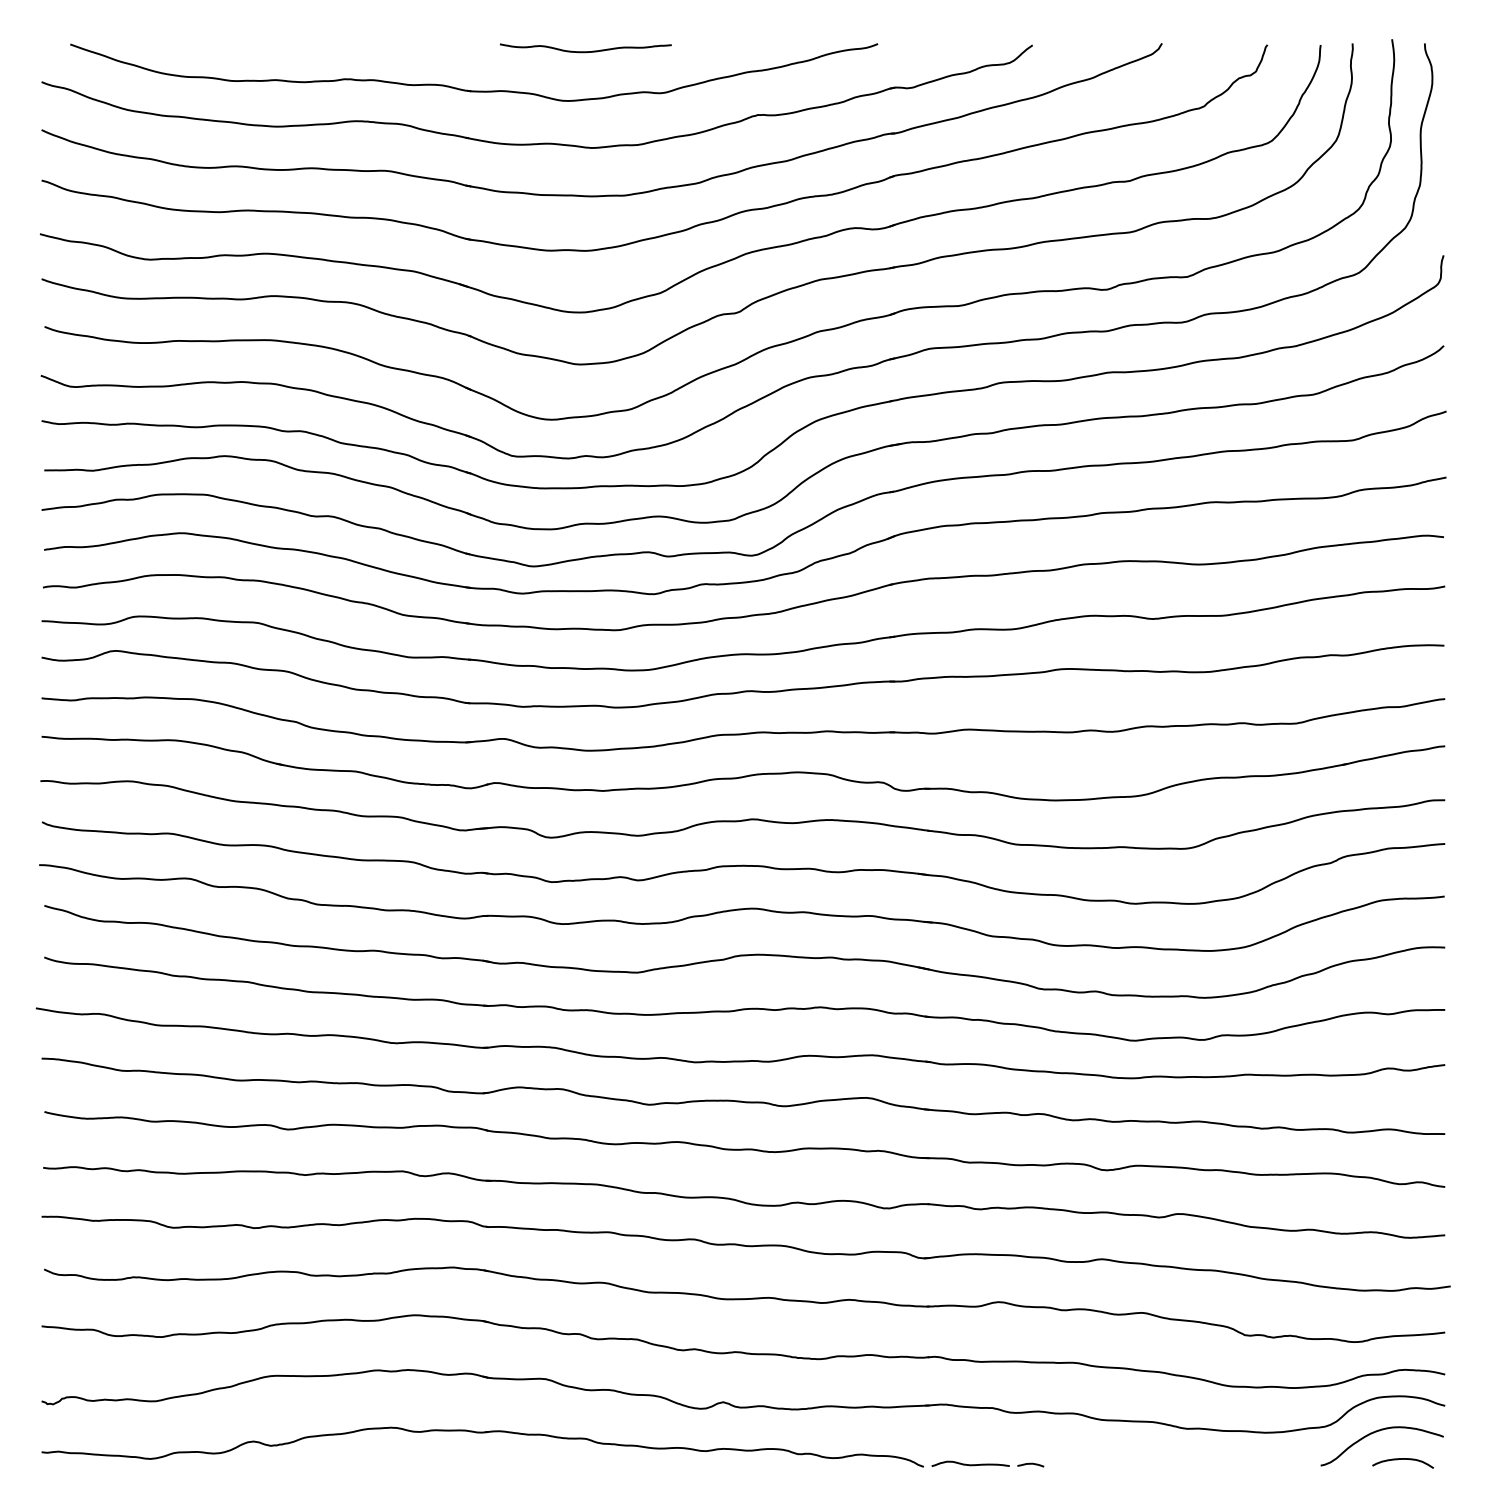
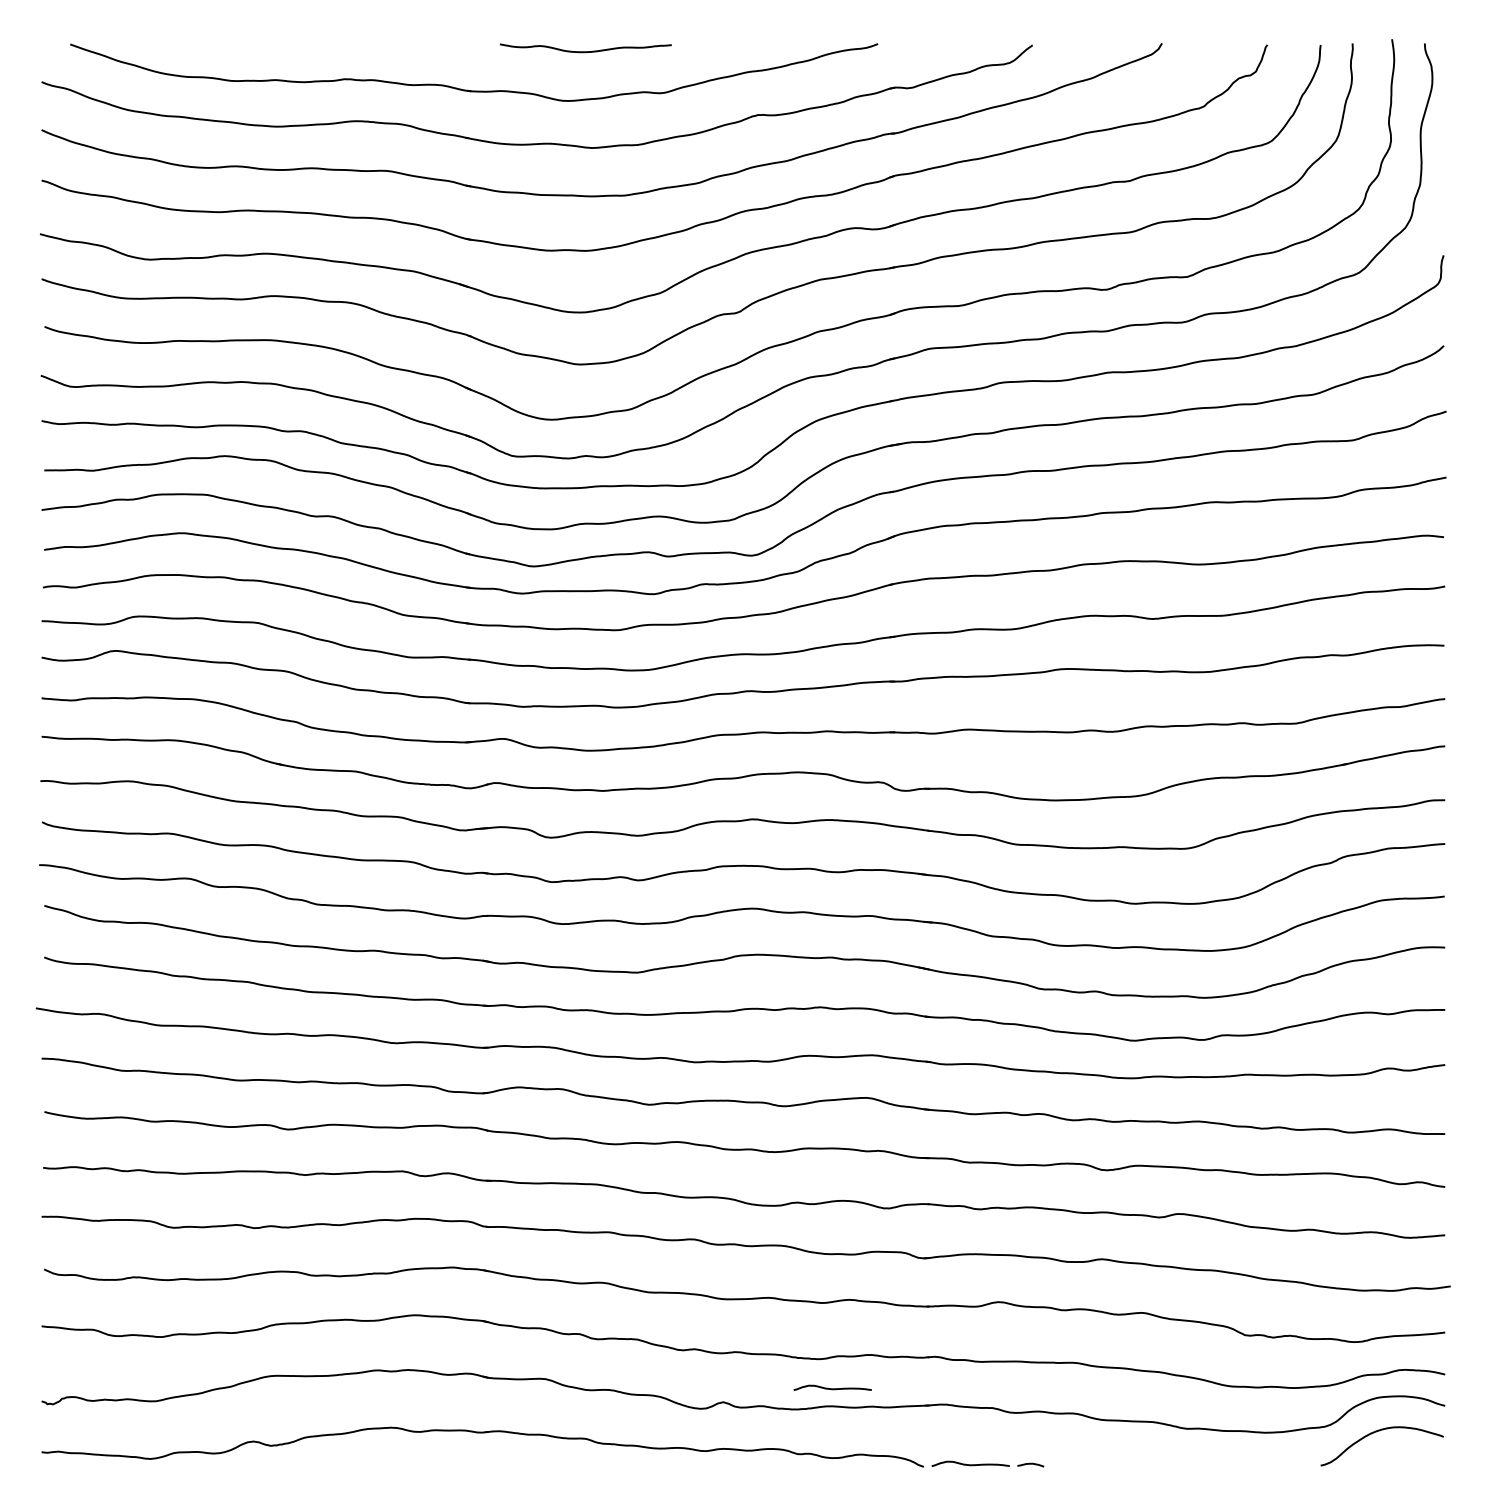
curve at (832, 1388): none -> present
curve at (1402, 1459): present -> none
